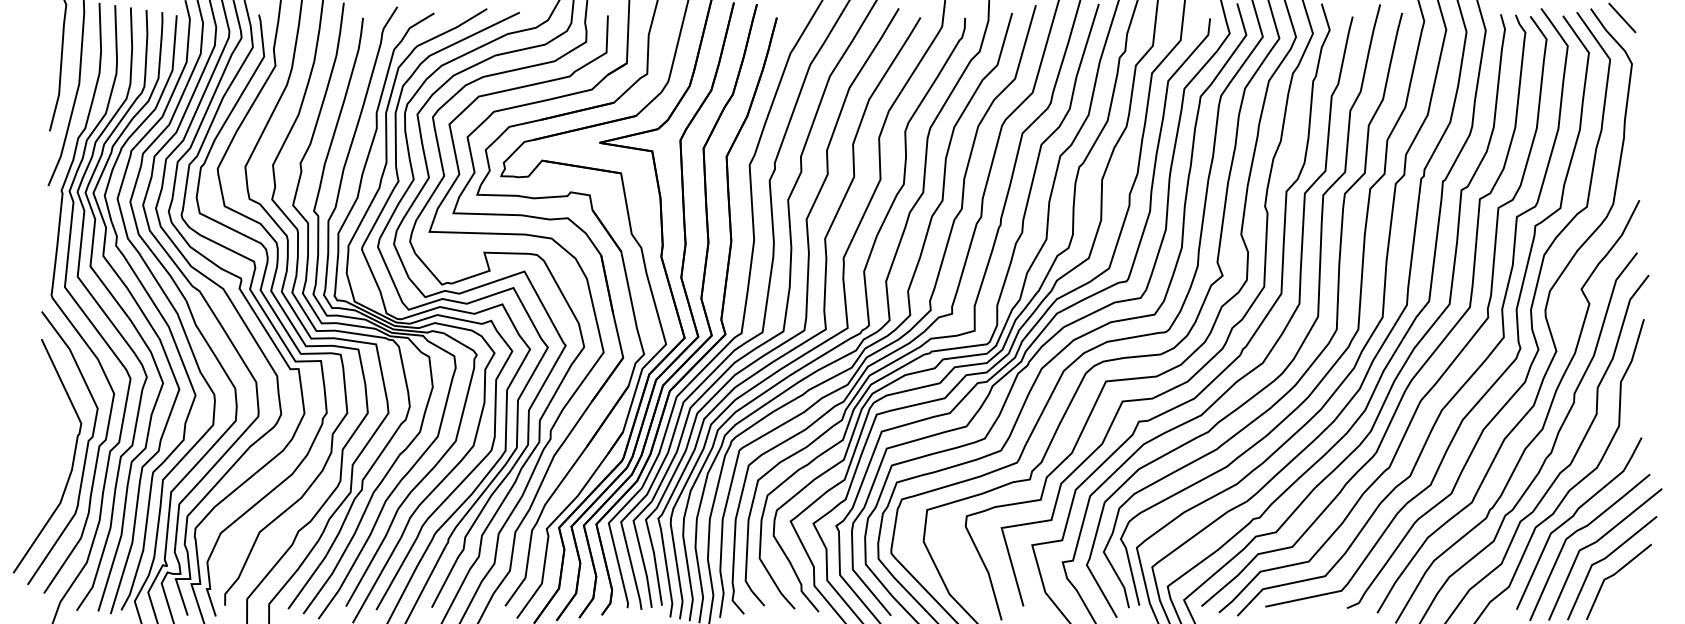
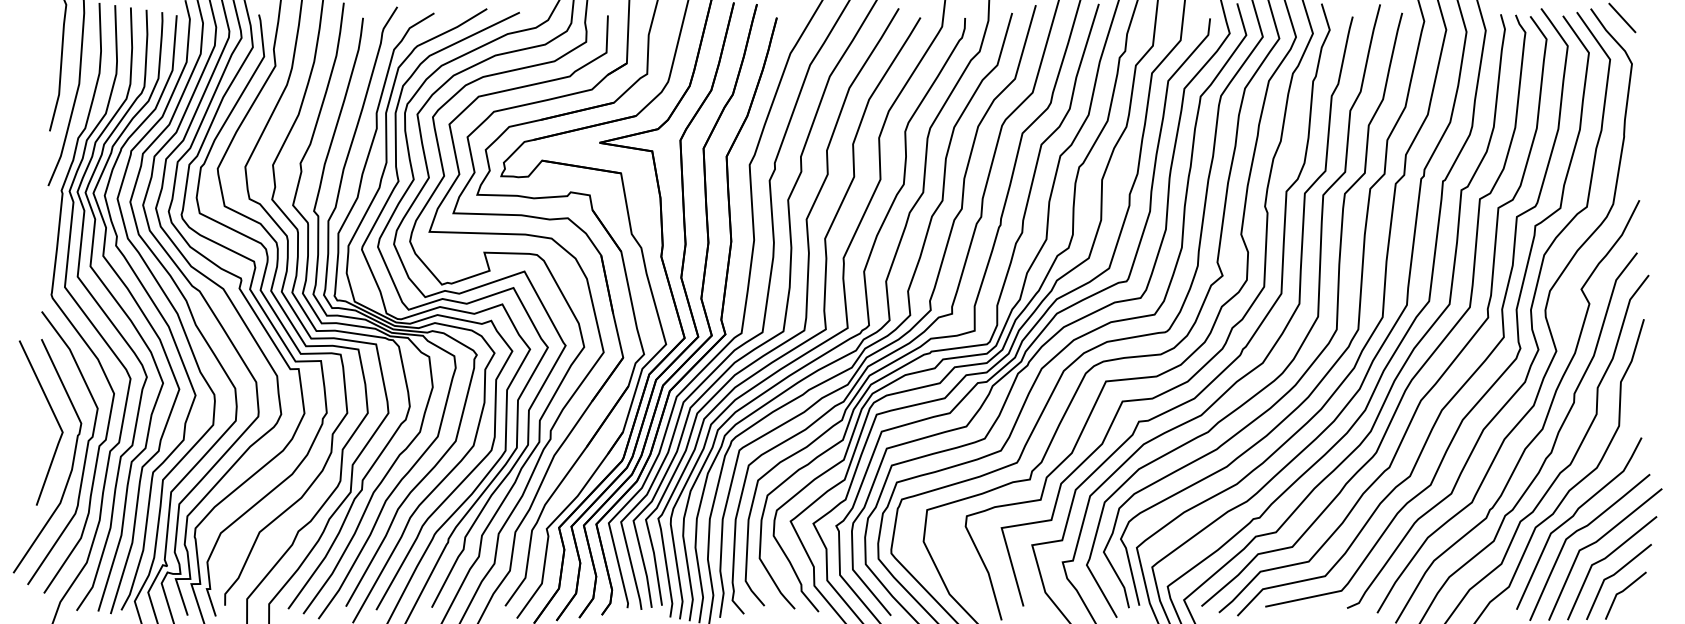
line at (53, 415): none -> present
line at (1624, 591): none -> present
